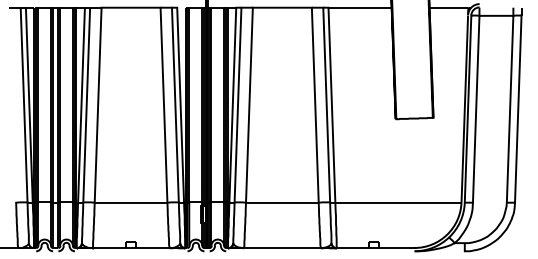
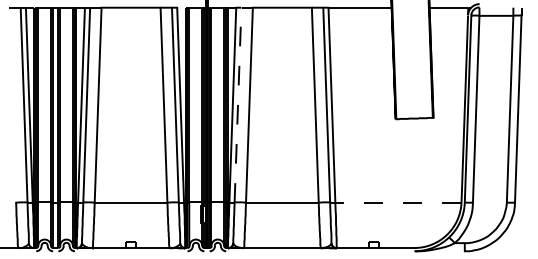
line at (238, 98): solid -> dashed
line at (397, 202): solid -> dashed
